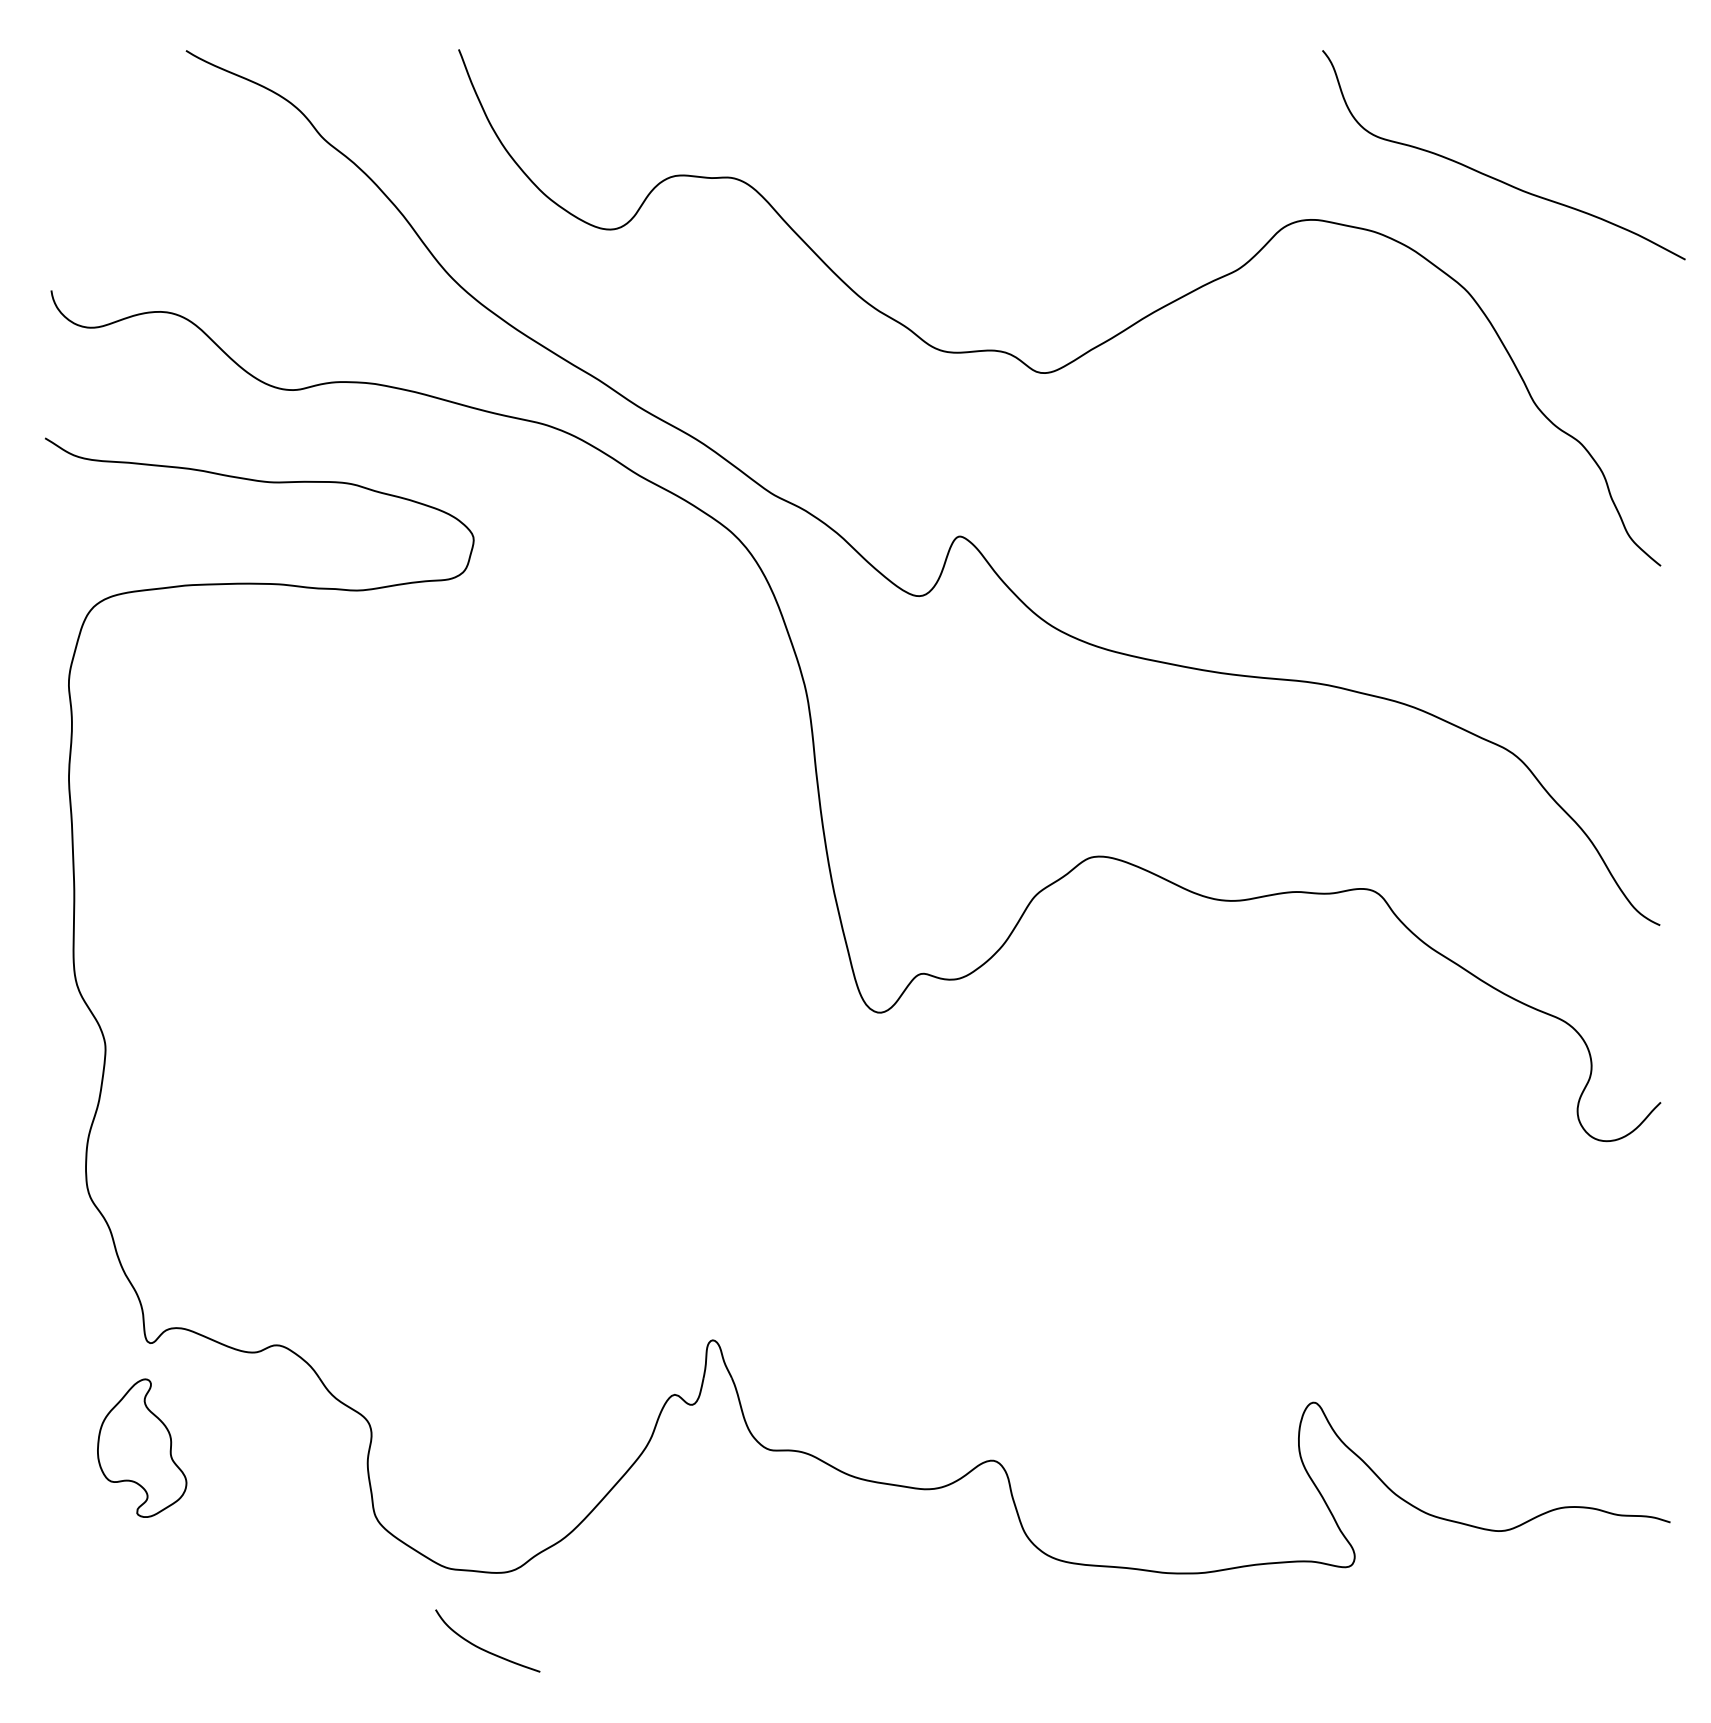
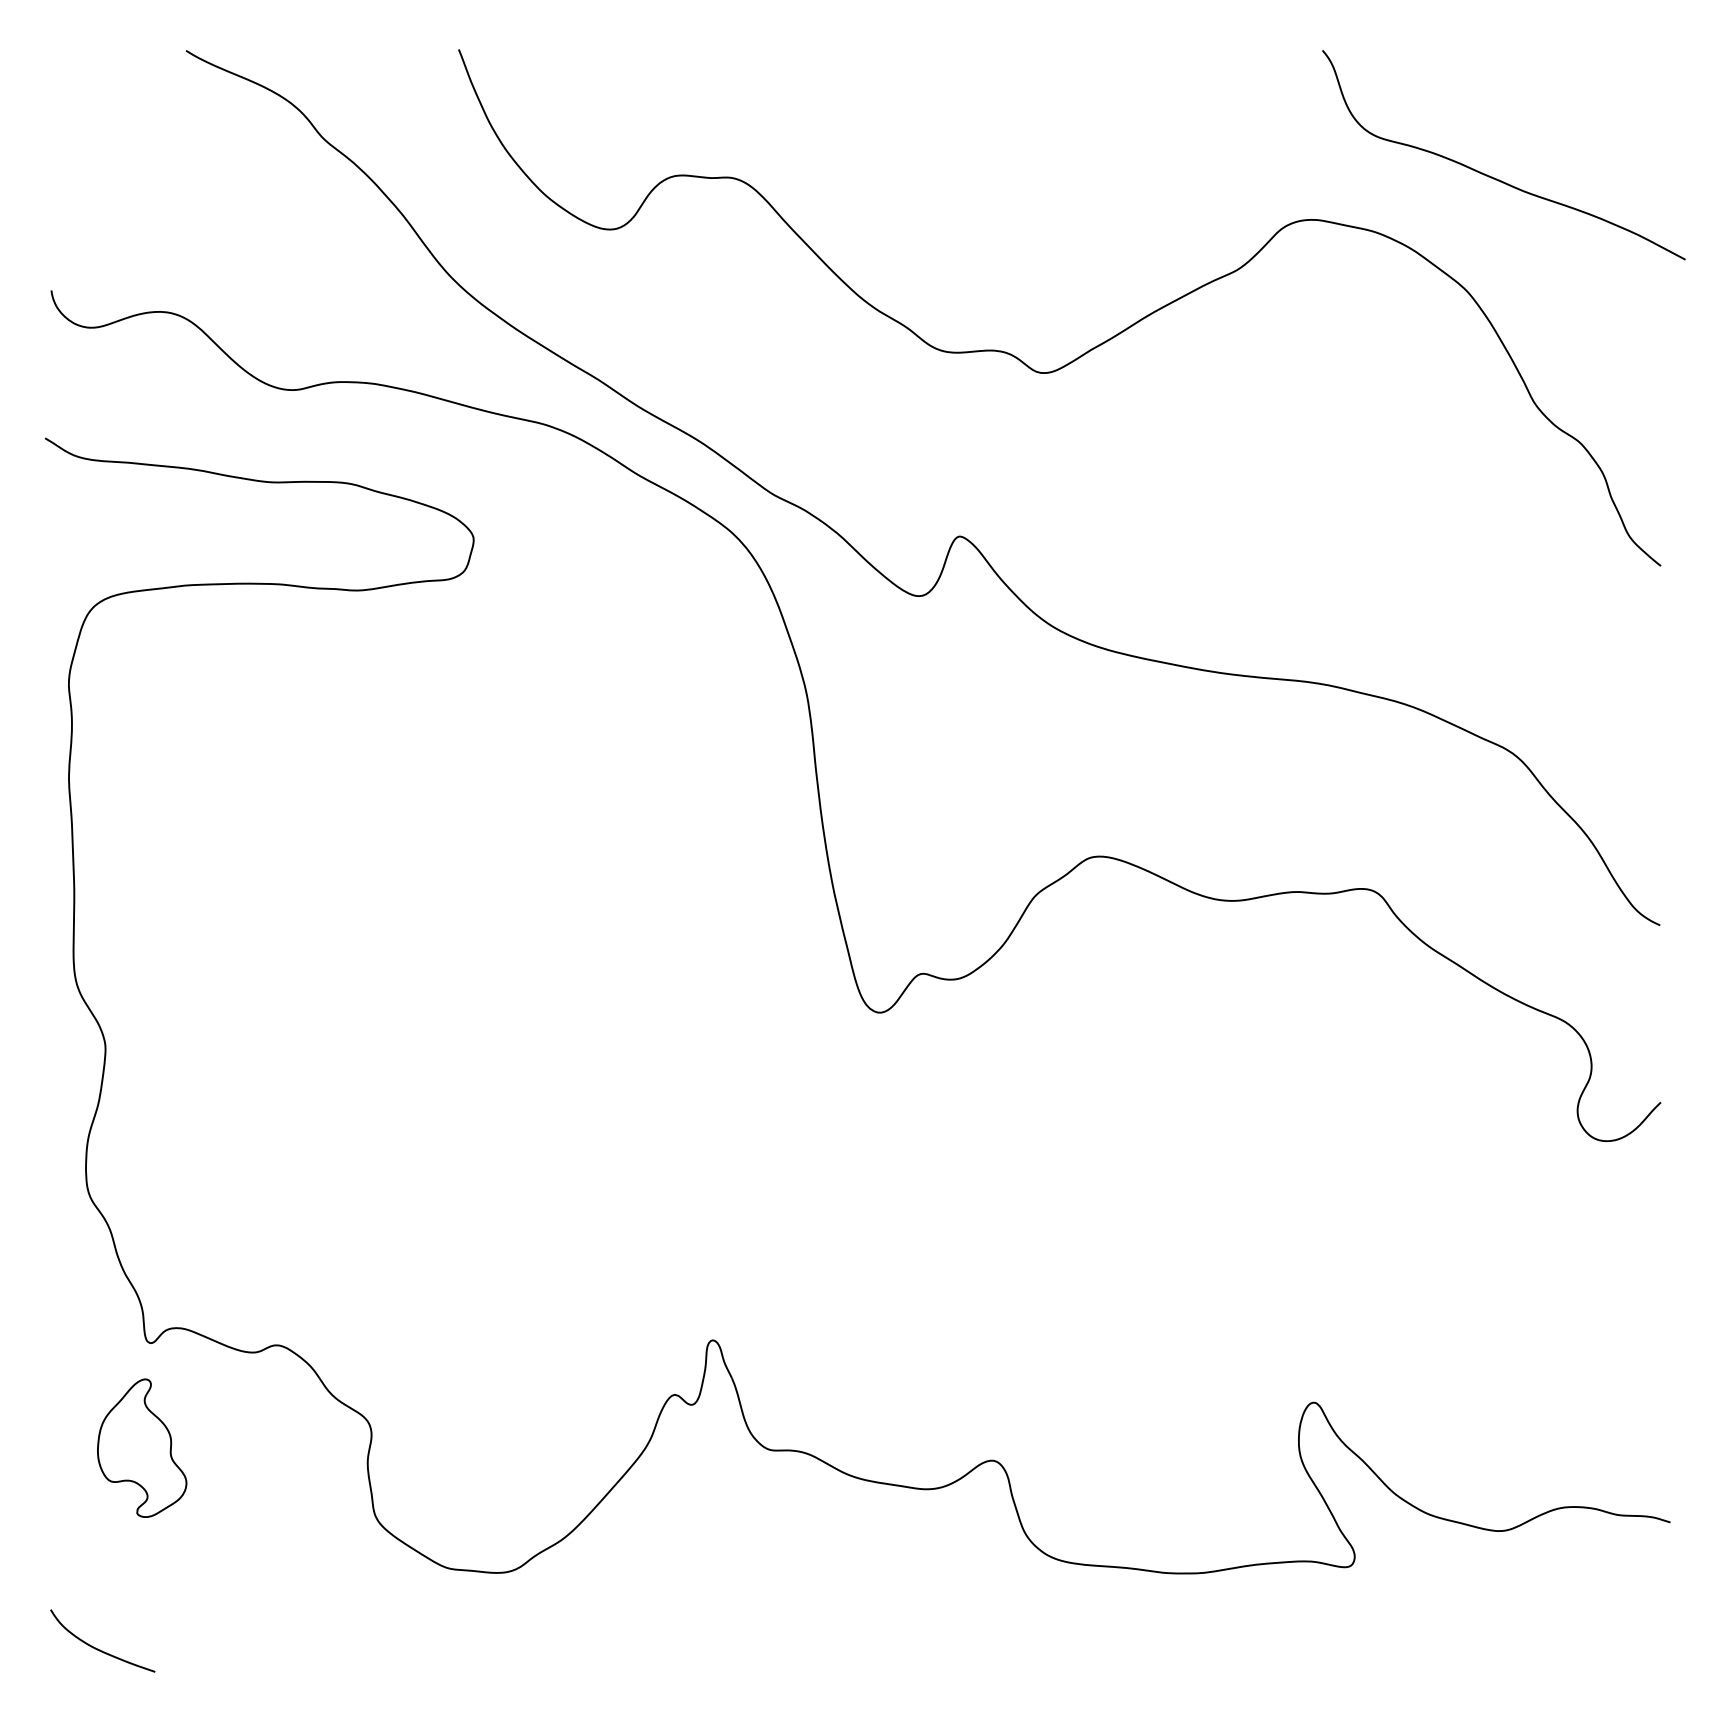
curve at (483, 1648) position: (483, 1648) -> (98, 1648)
